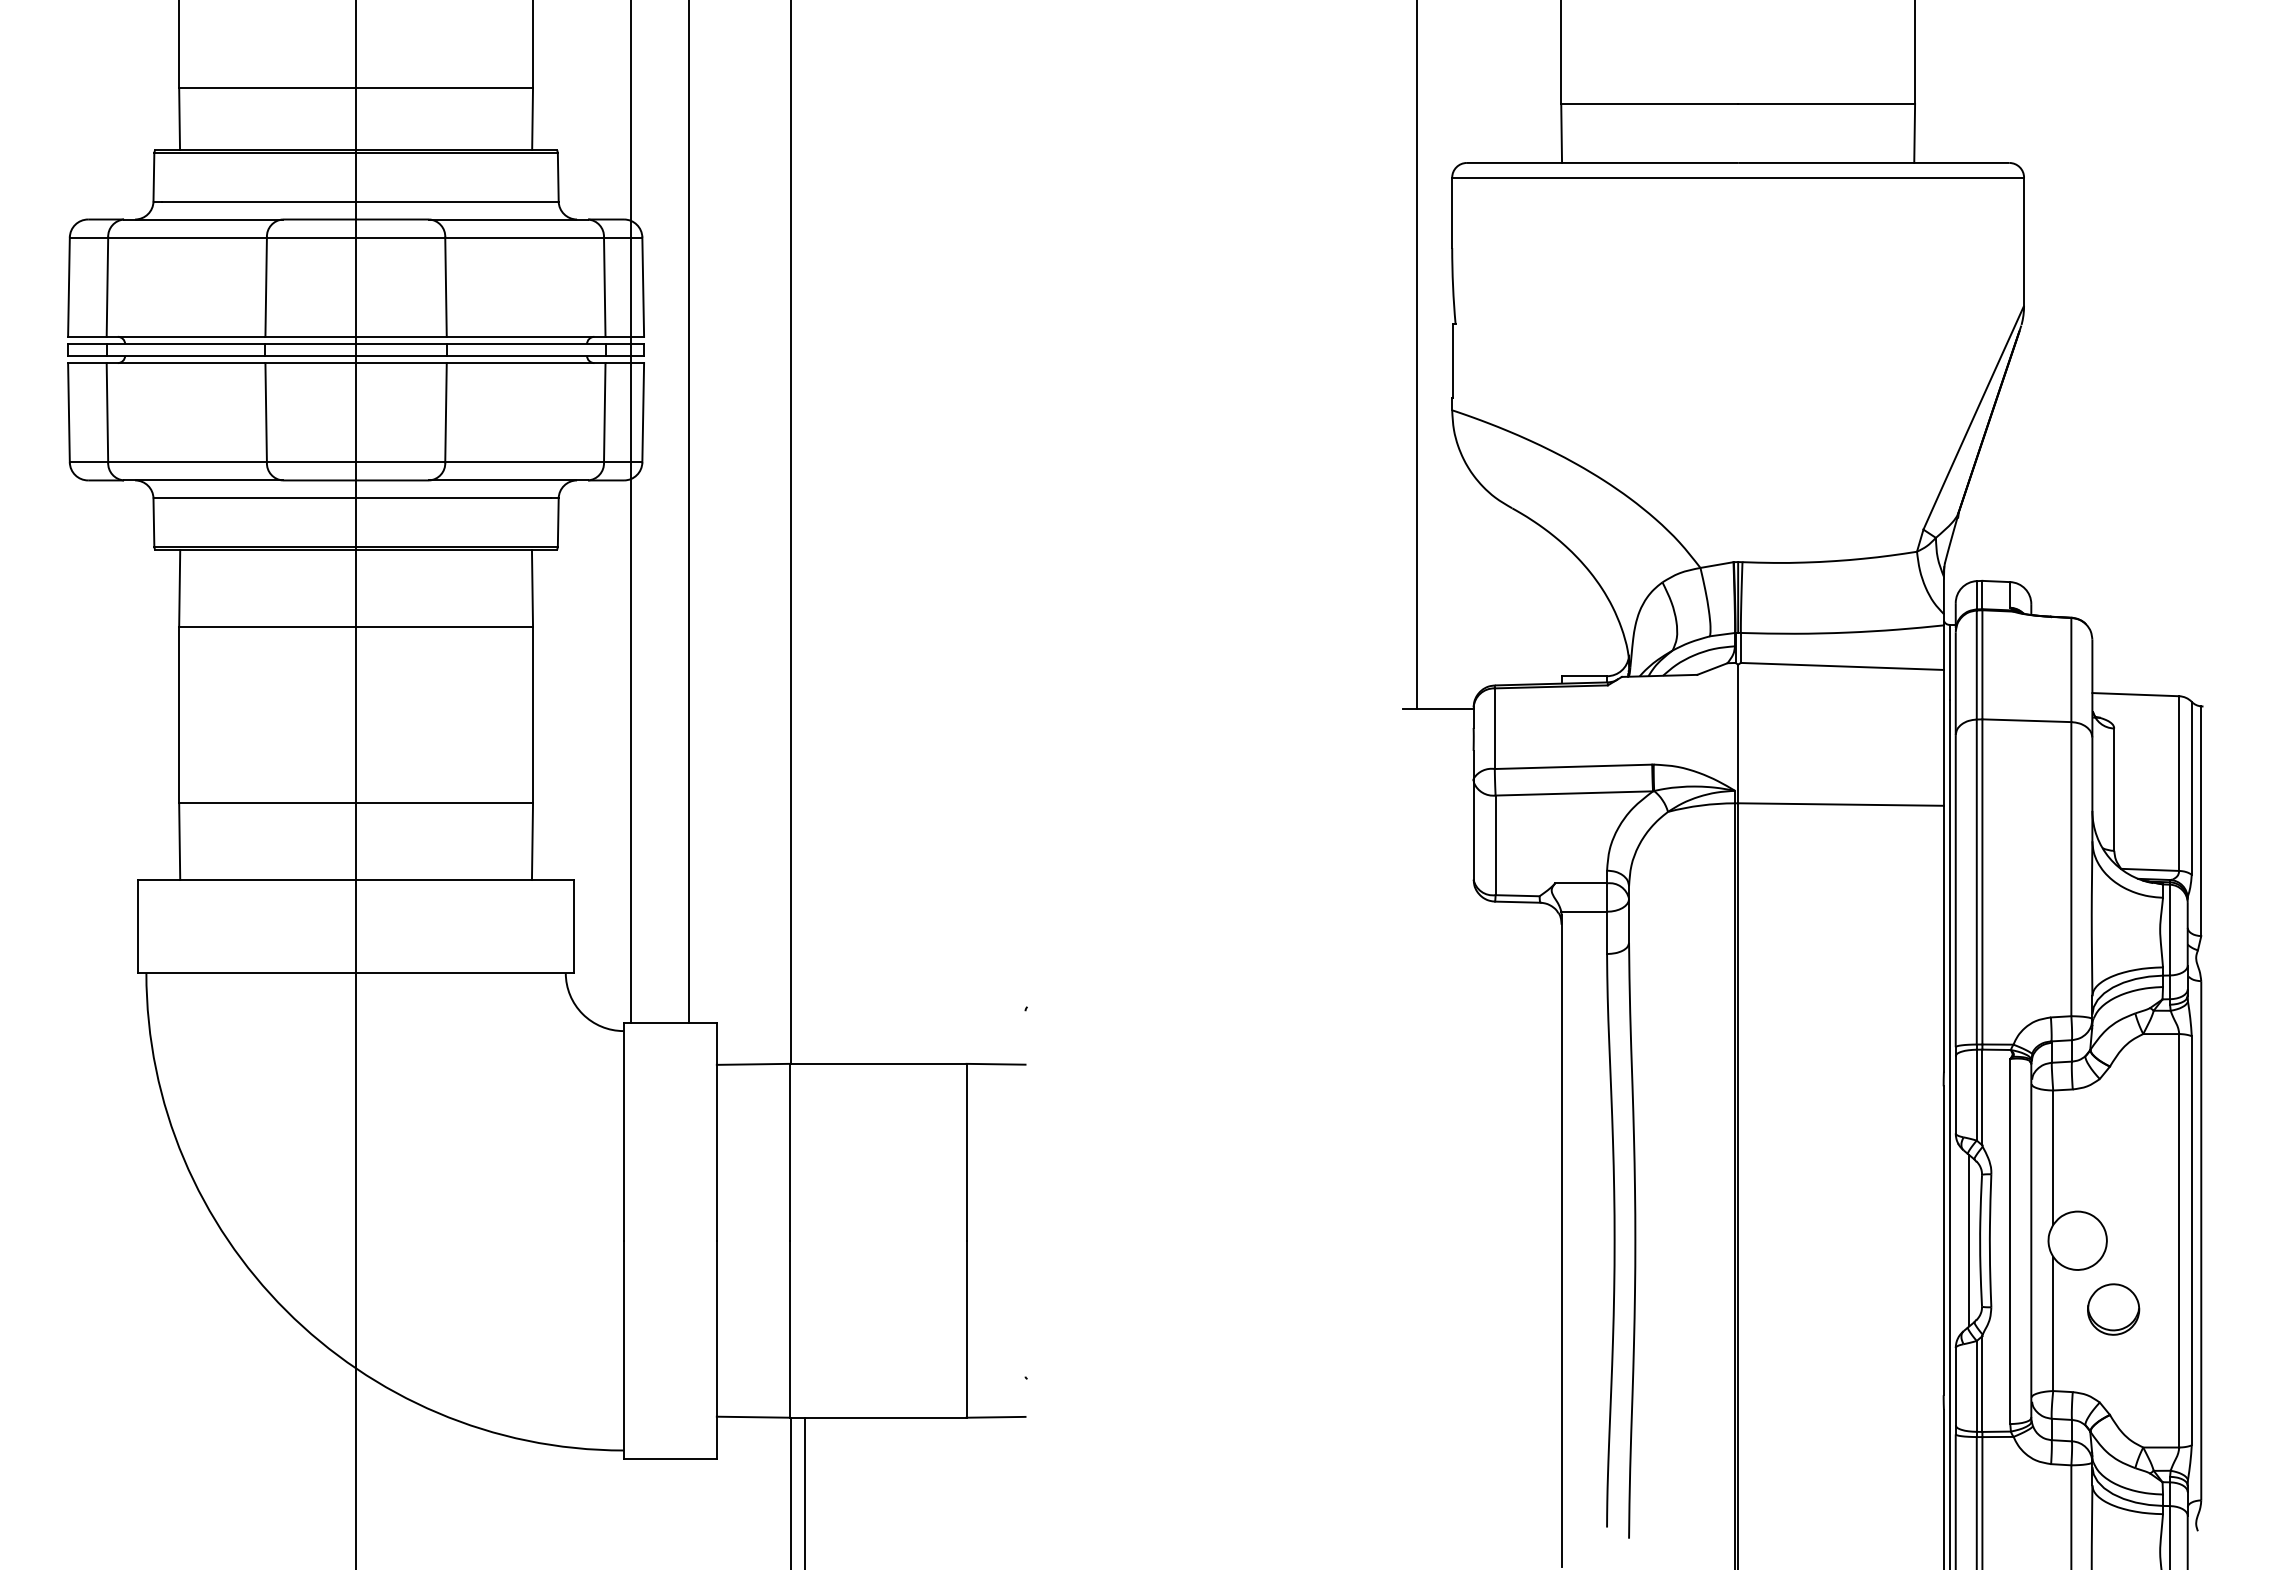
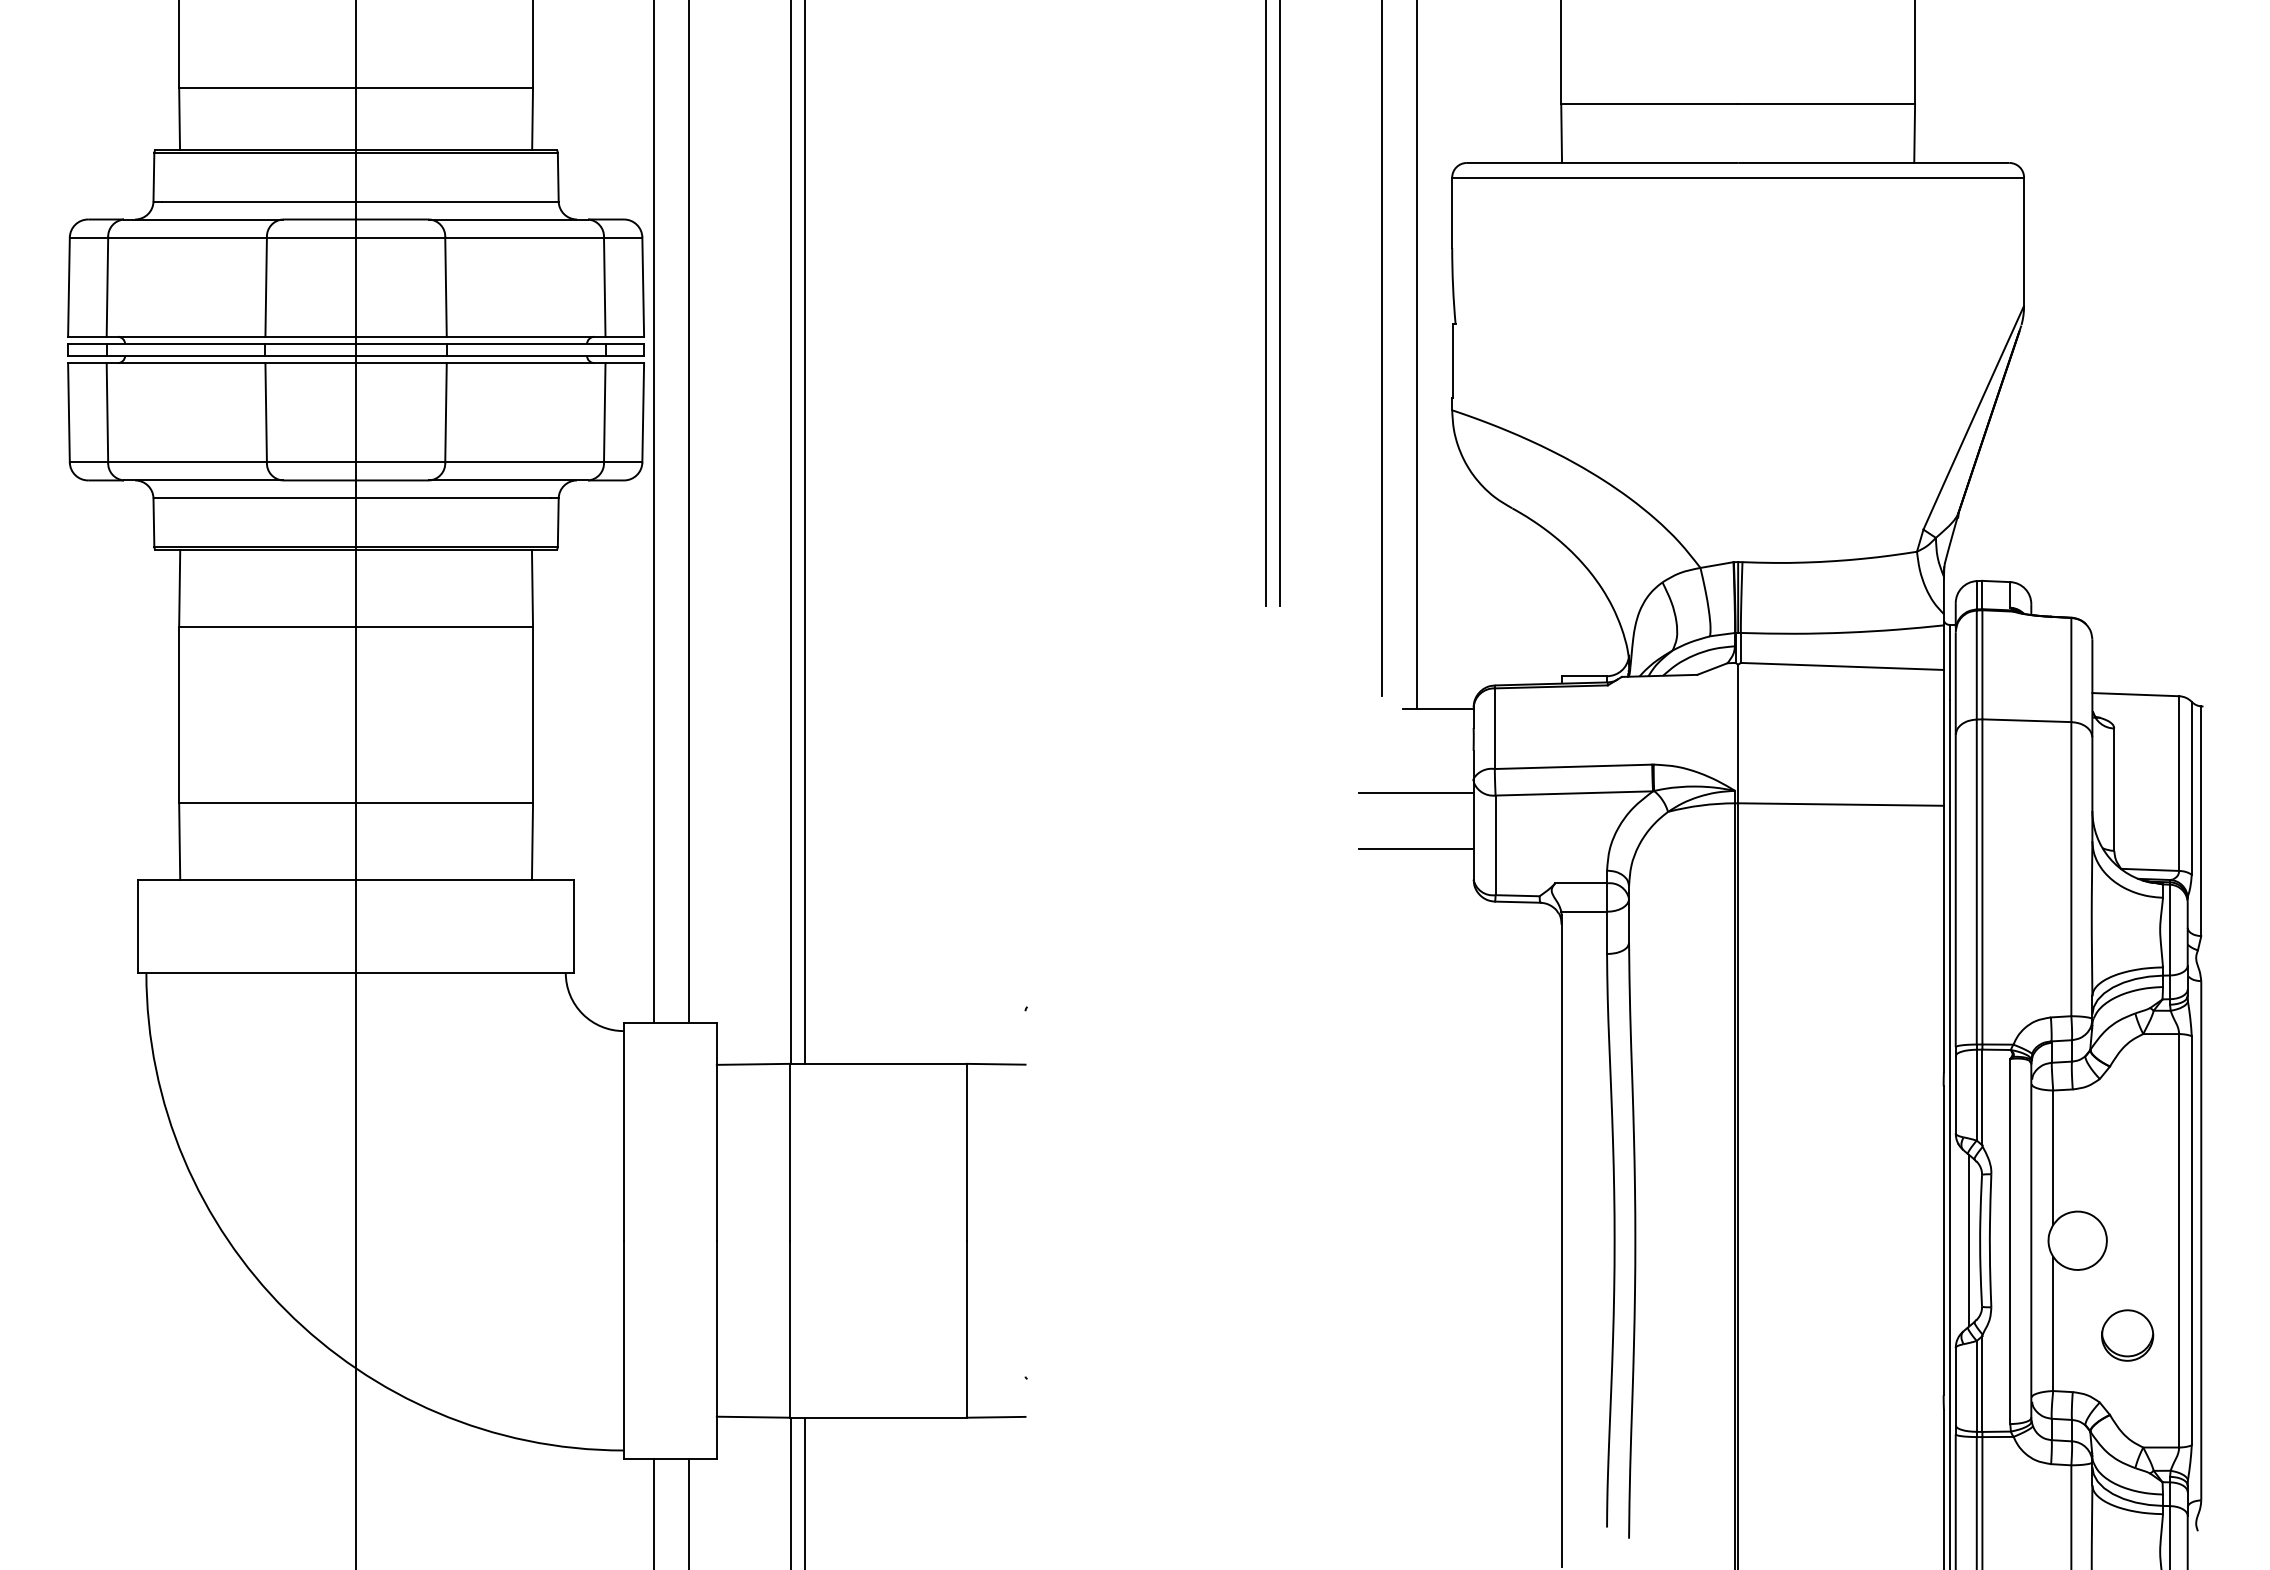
line at (1265, 304): none -> present
line at (1279, 304): none -> present
line at (1382, 348): none -> present
line at (630, 512) position: (630, 512) -> (653, 512)
line at (805, 532): none -> present
line at (1416, 792): none -> present
line at (1416, 848): none -> present
part at (2113, 1309) position: (2113, 1309) -> (2127, 1335)
line at (653, 1512): none -> present
line at (688, 1512): none -> present
